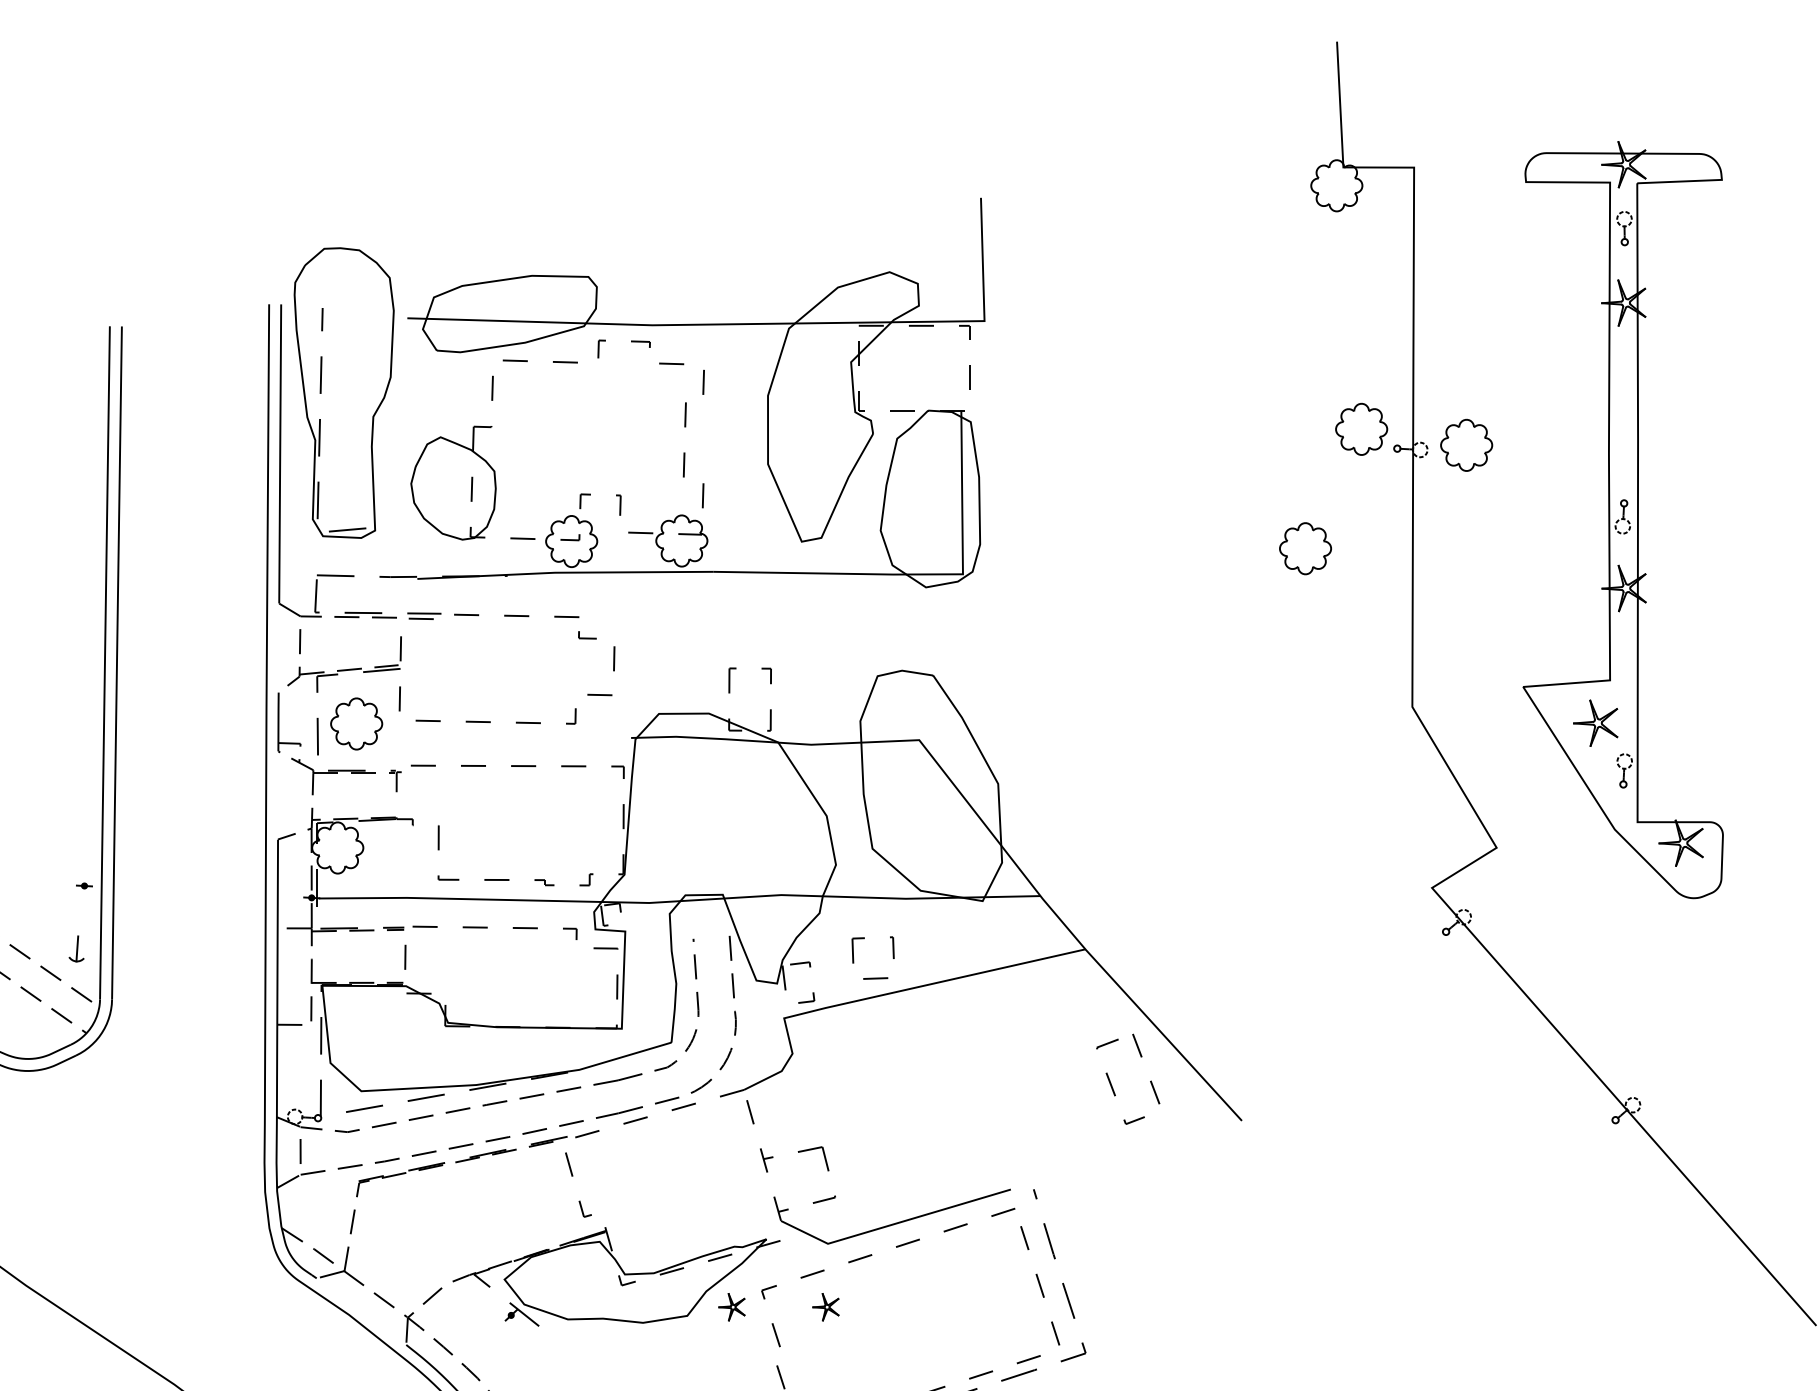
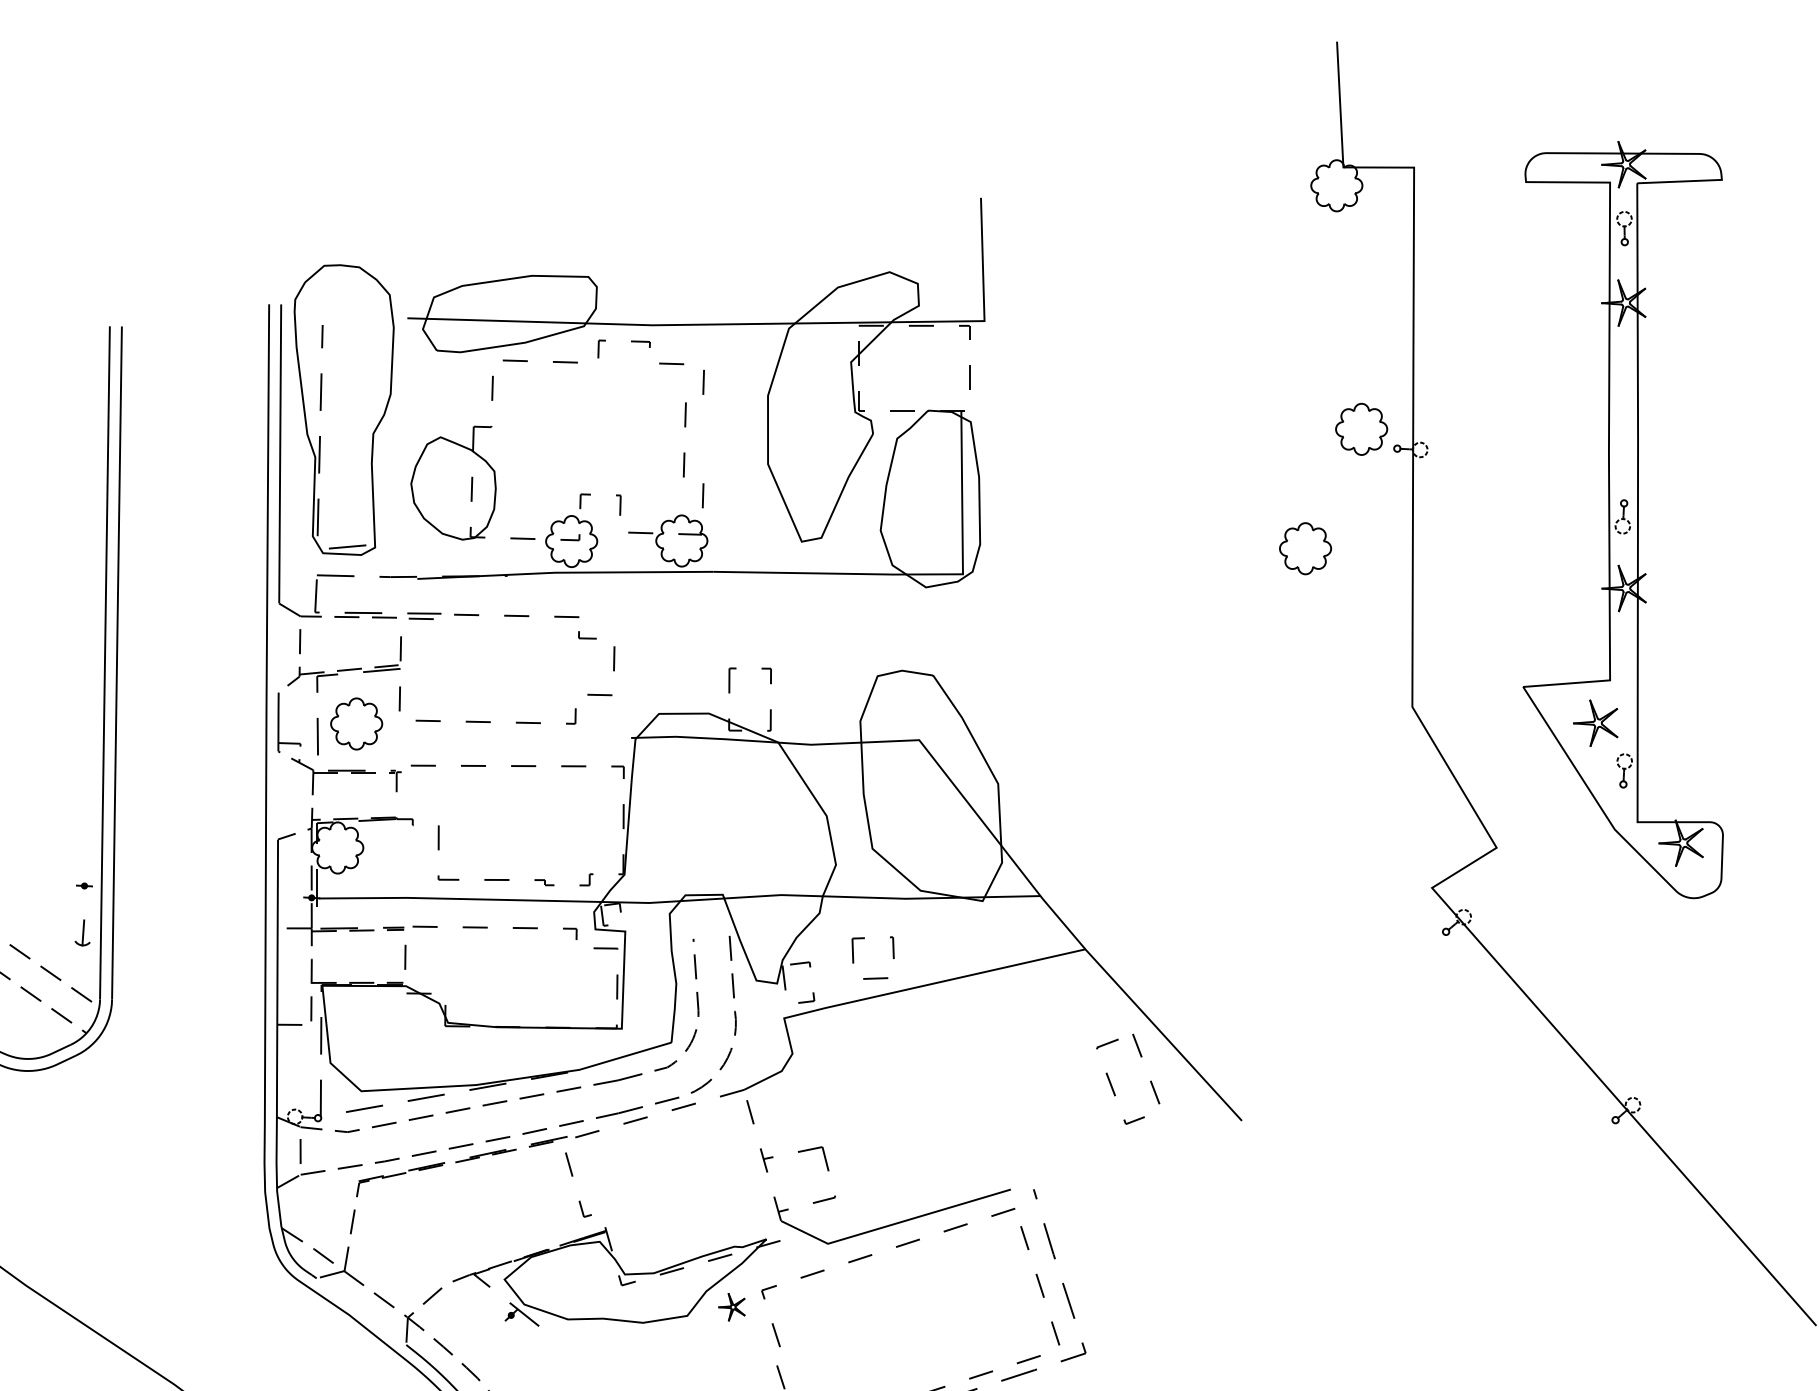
part at (343, 392) position: (343, 392) -> (343, 409)
part at (1466, 444): present -> none
part at (76, 948) position: (76, 948) -> (82, 932)
part at (825, 1307): present -> none
